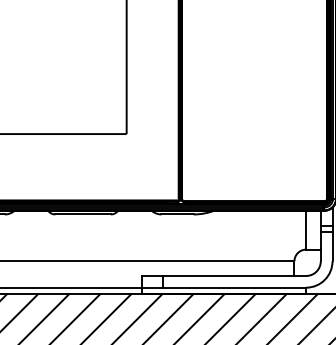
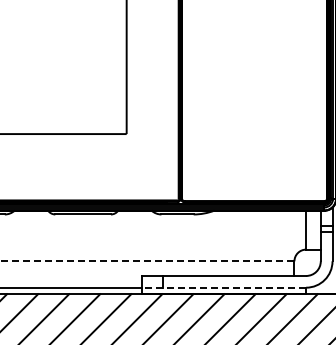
line at (147, 261): solid -> dashed
line at (224, 287): solid -> dashed
